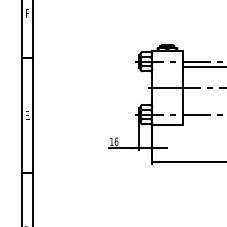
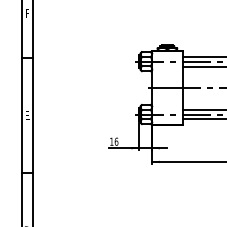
line at (202, 56): none -> present
line at (202, 109): none -> present
line at (202, 119): none -> present
